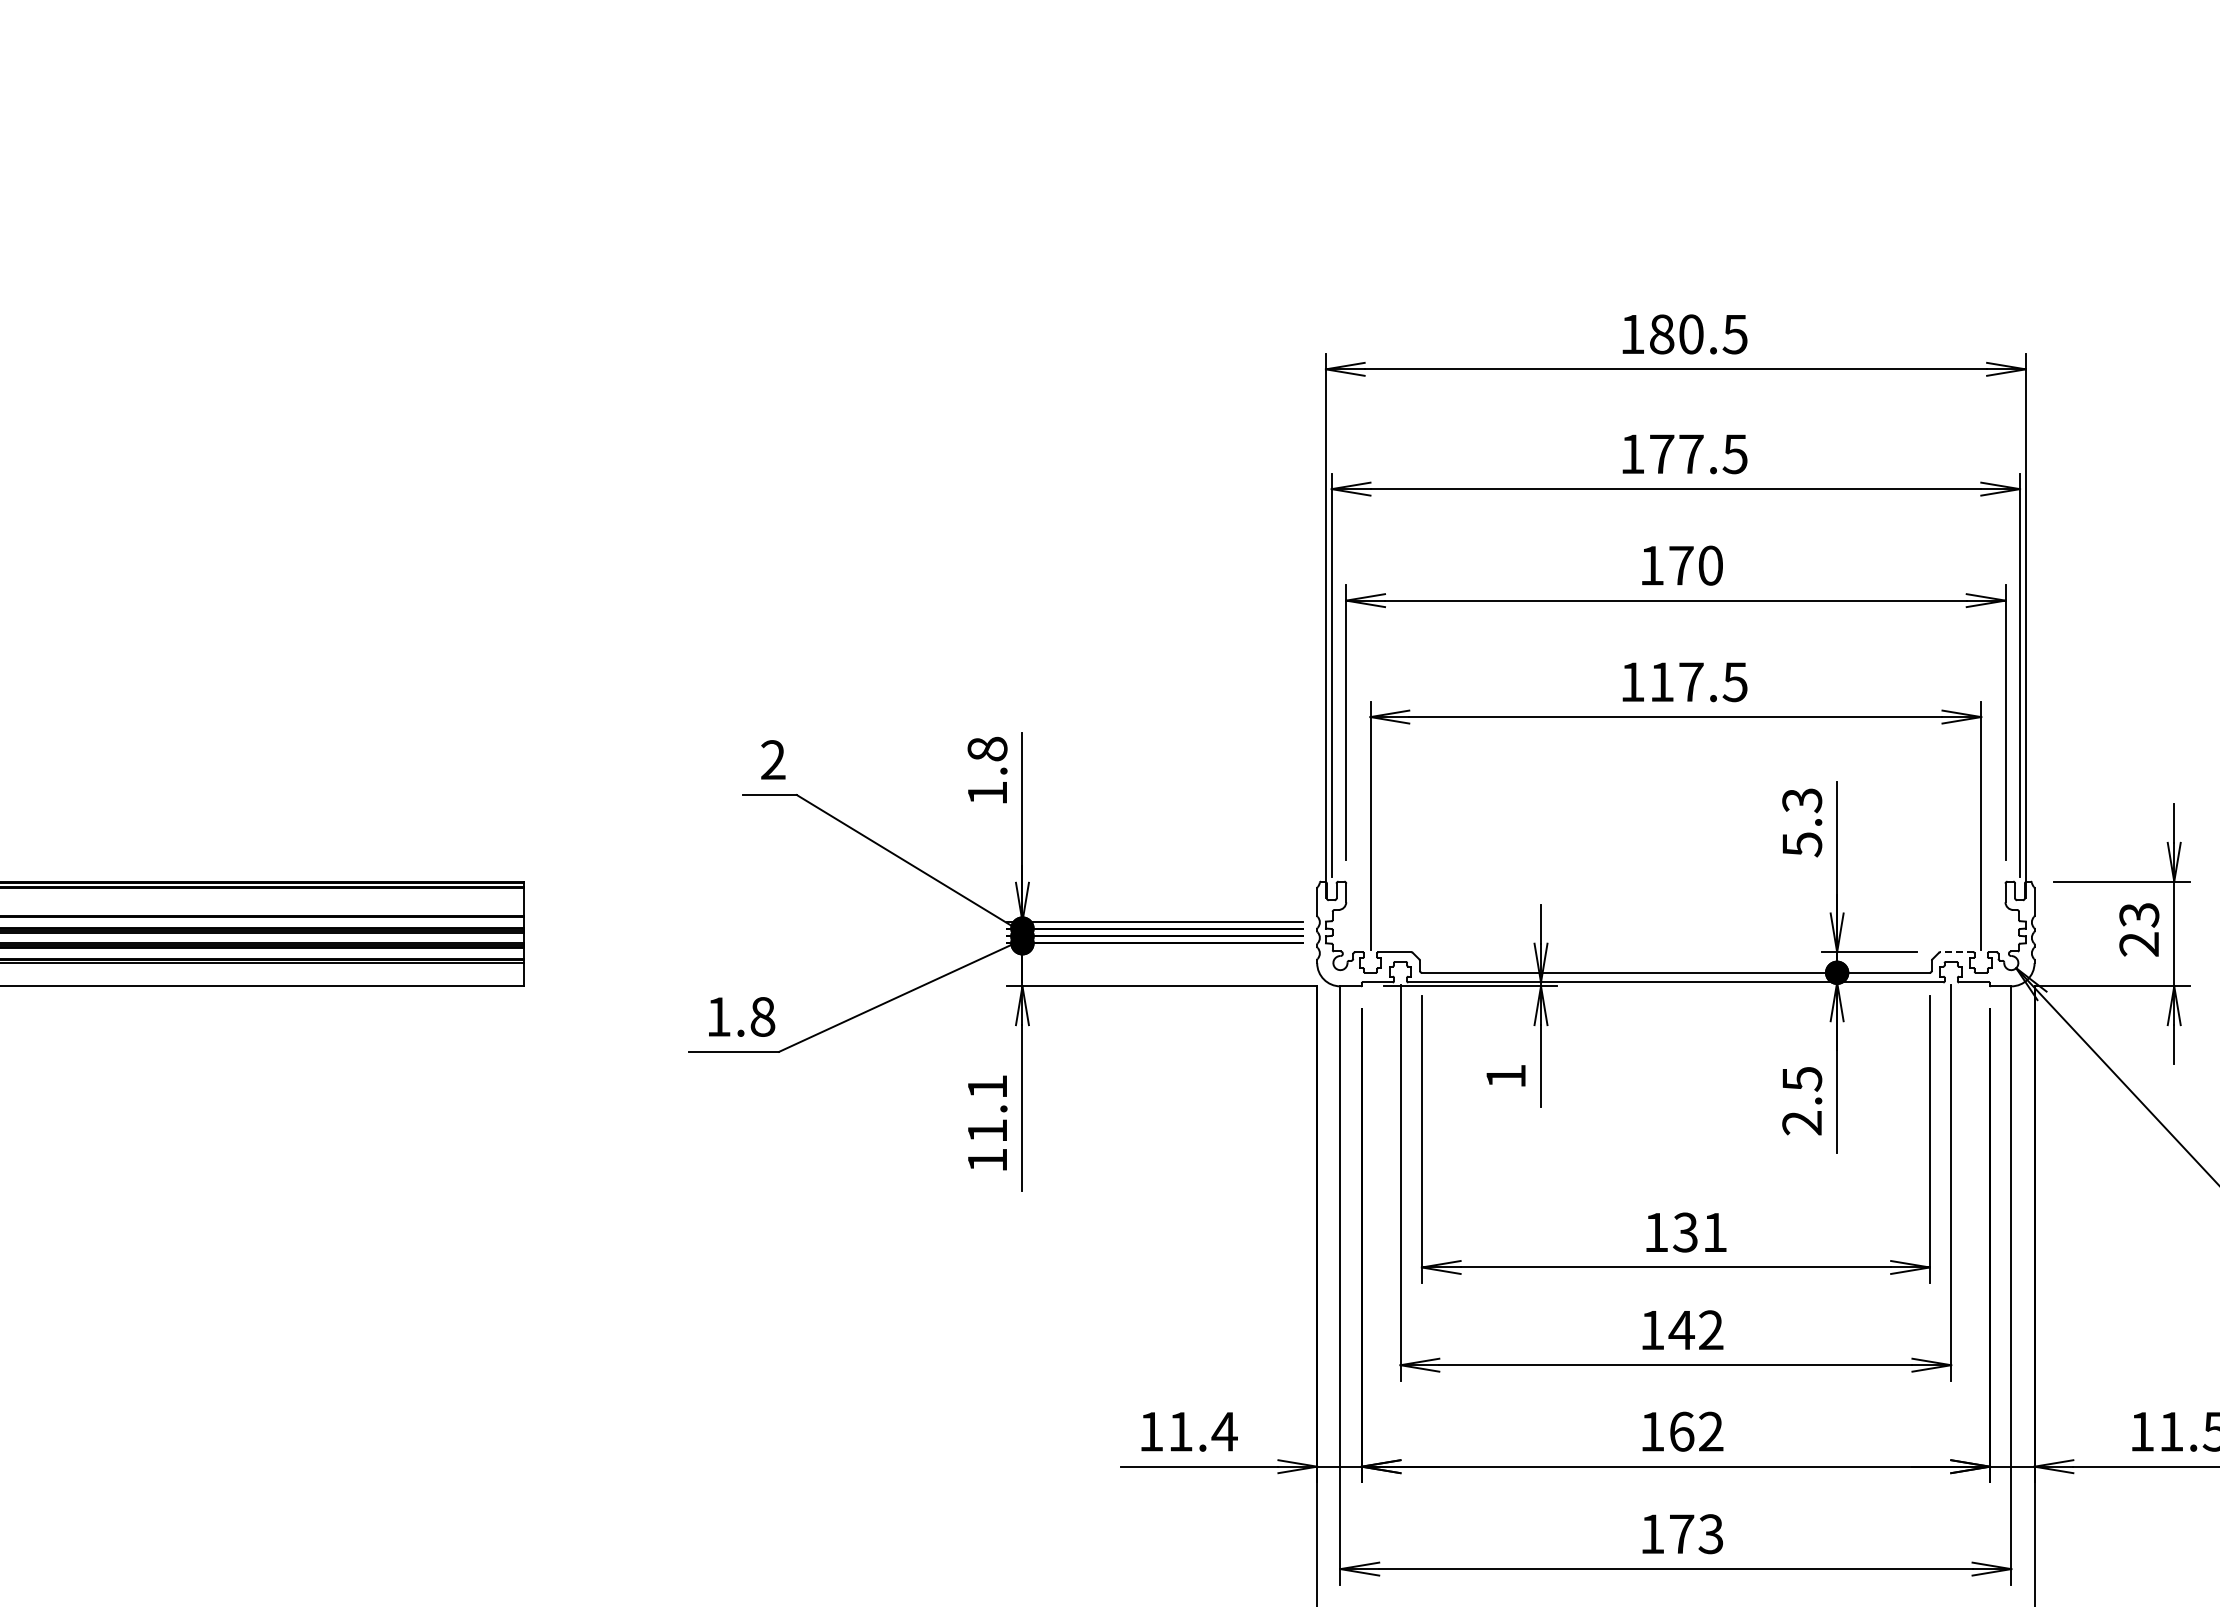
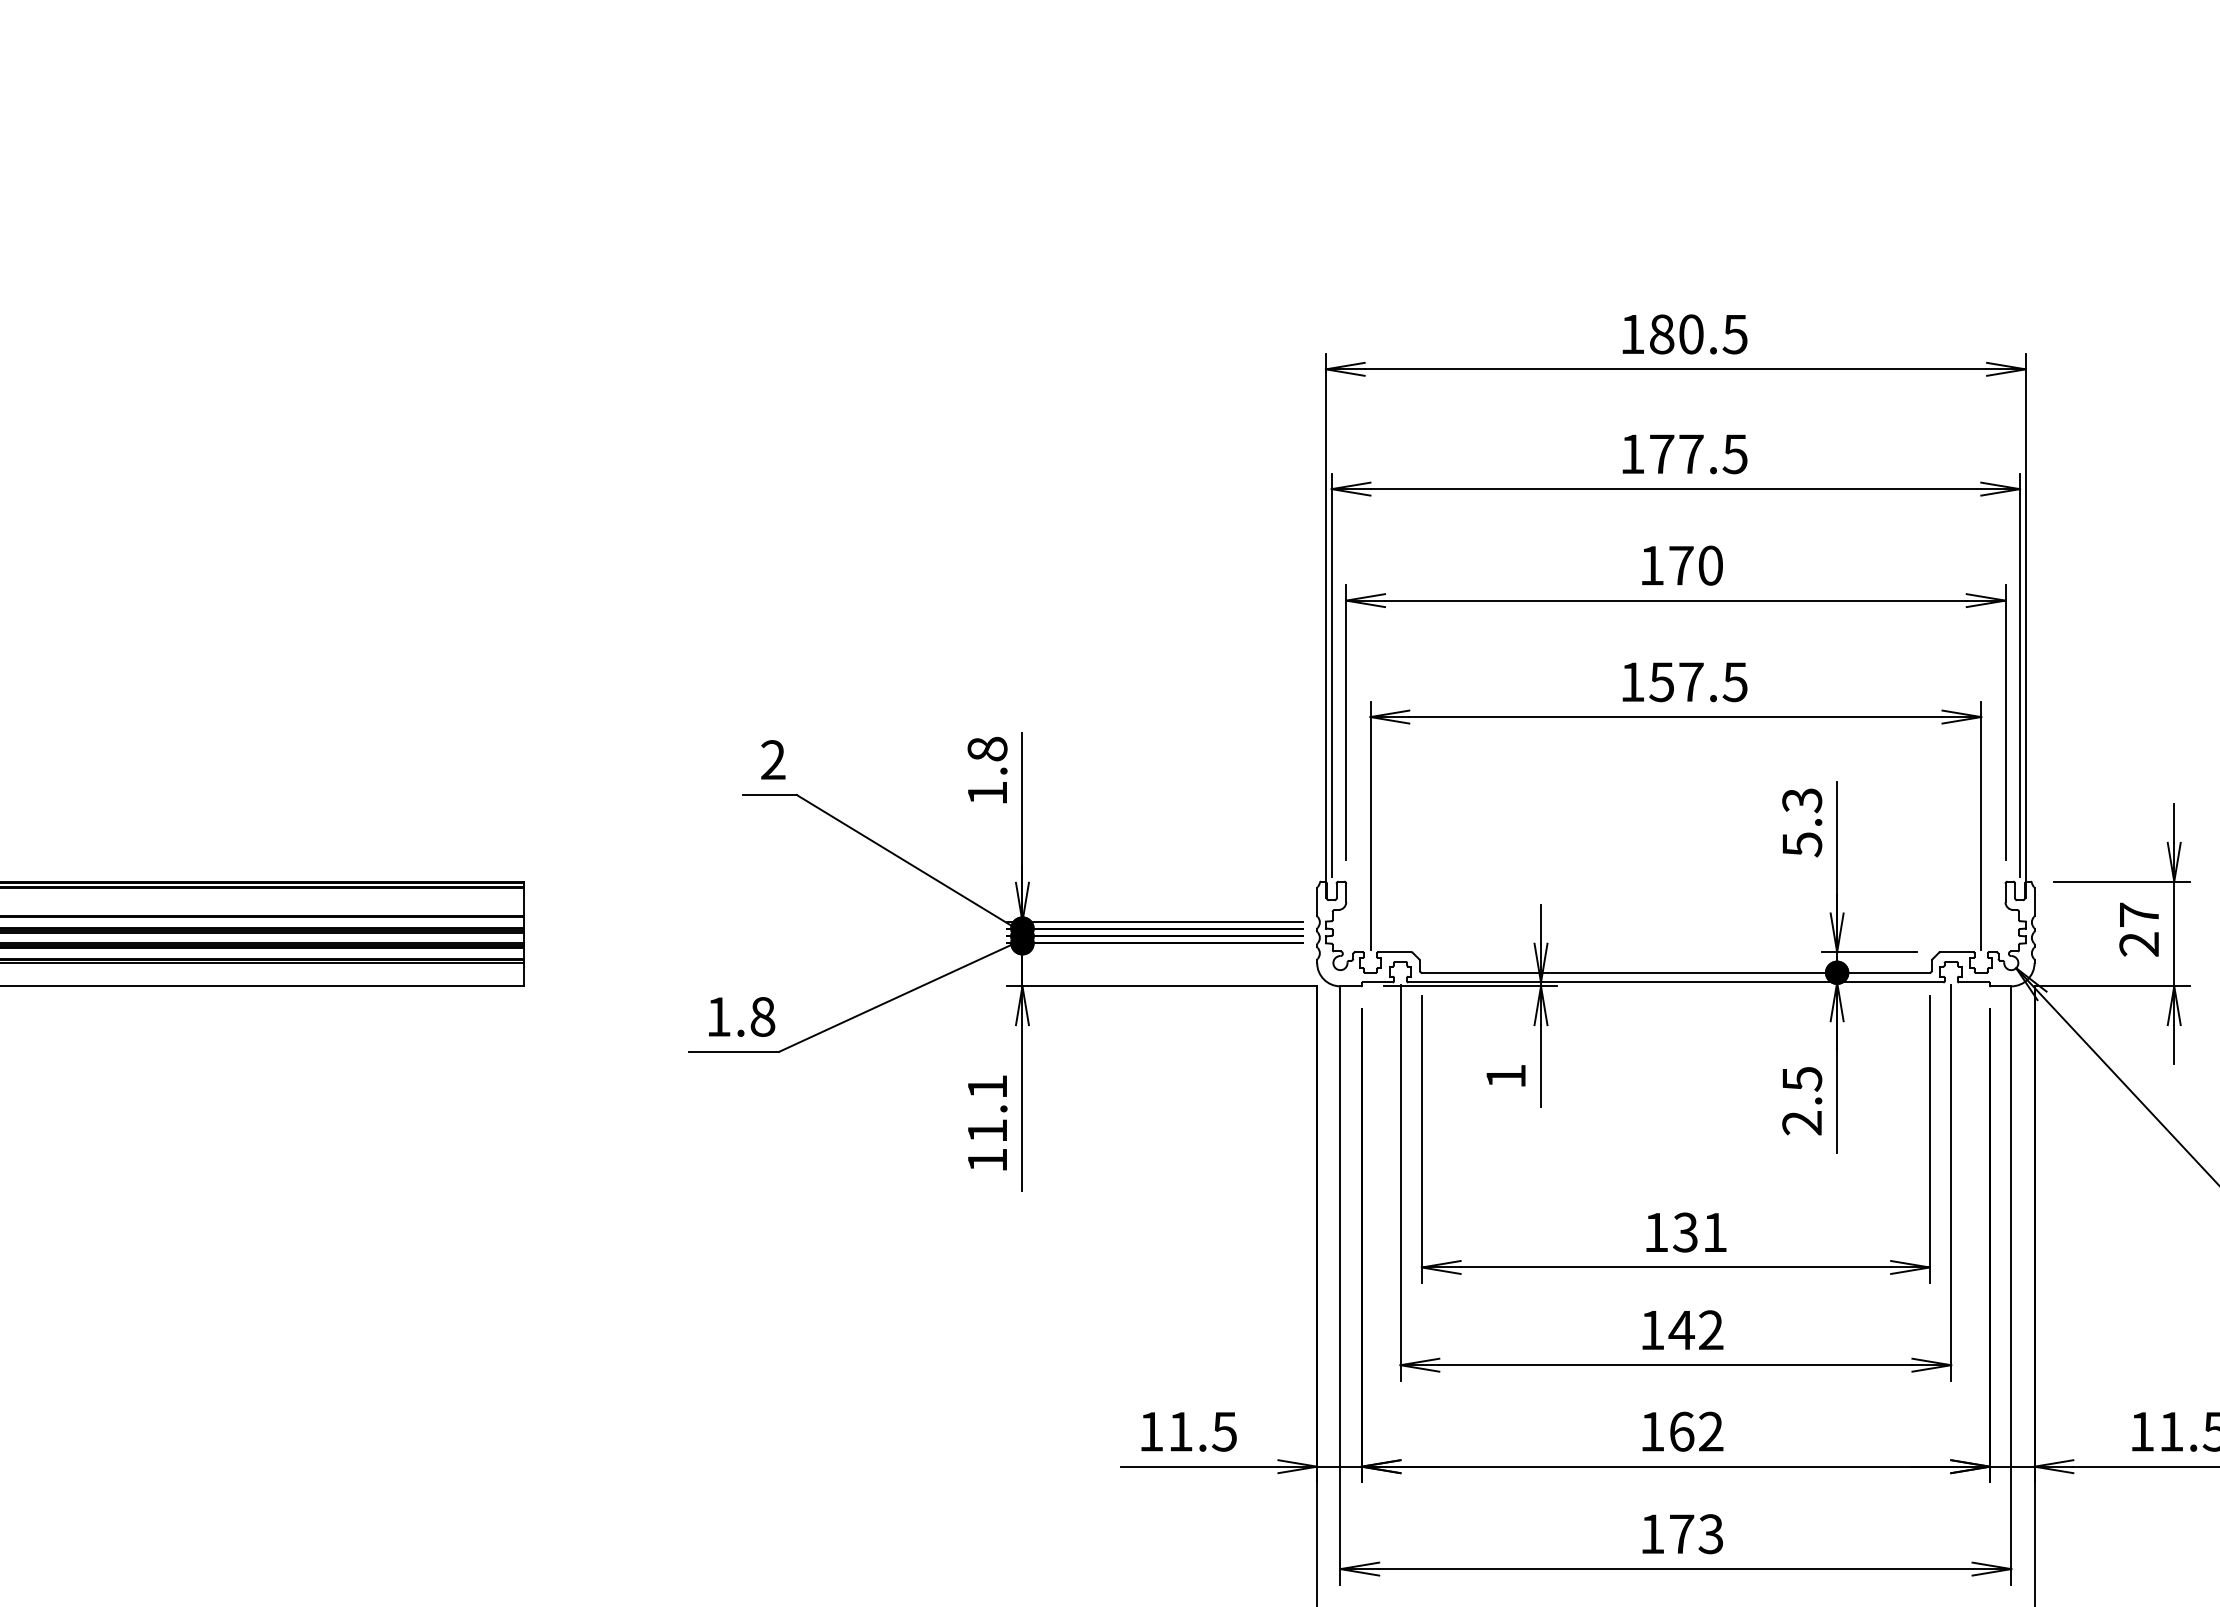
text at (1661, 682): 117.5 -> 157.5
text at (2139, 914): 23 -> 27
line at (1956, 952): dashed -> solid
text at (1224, 1431): 11.4 -> 11.5
